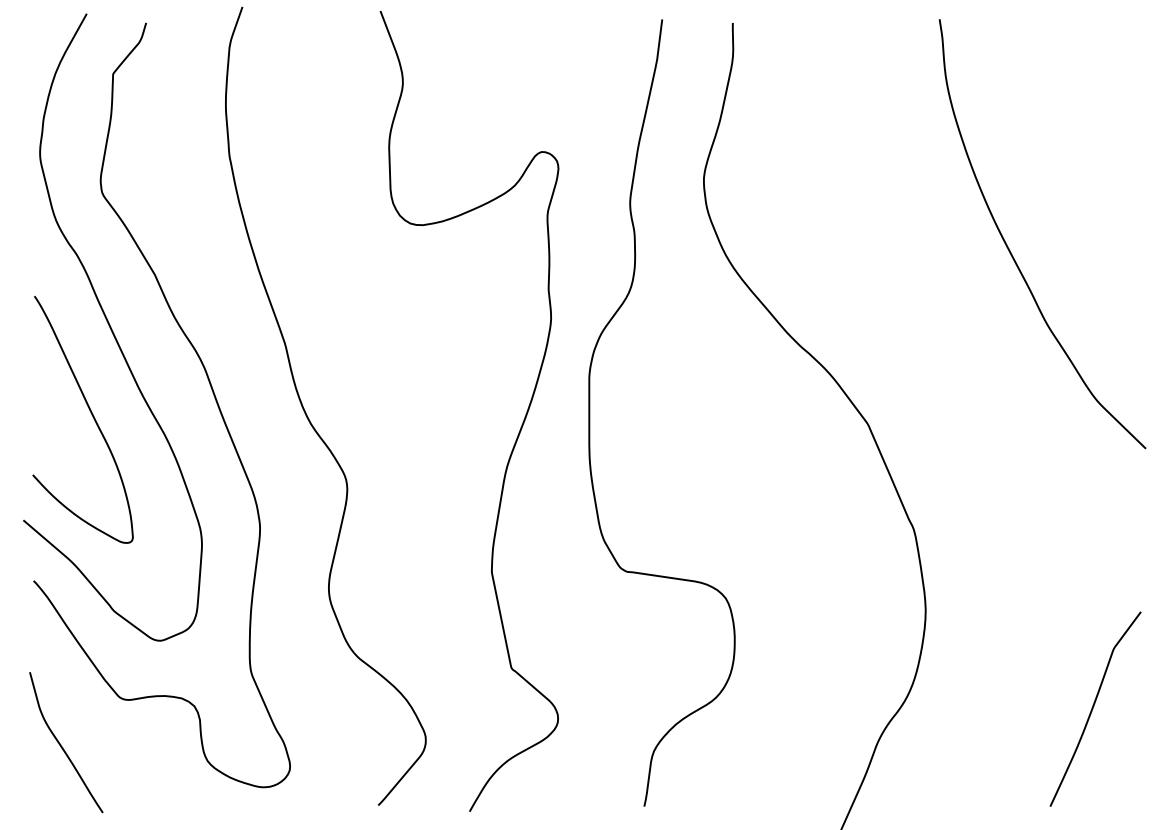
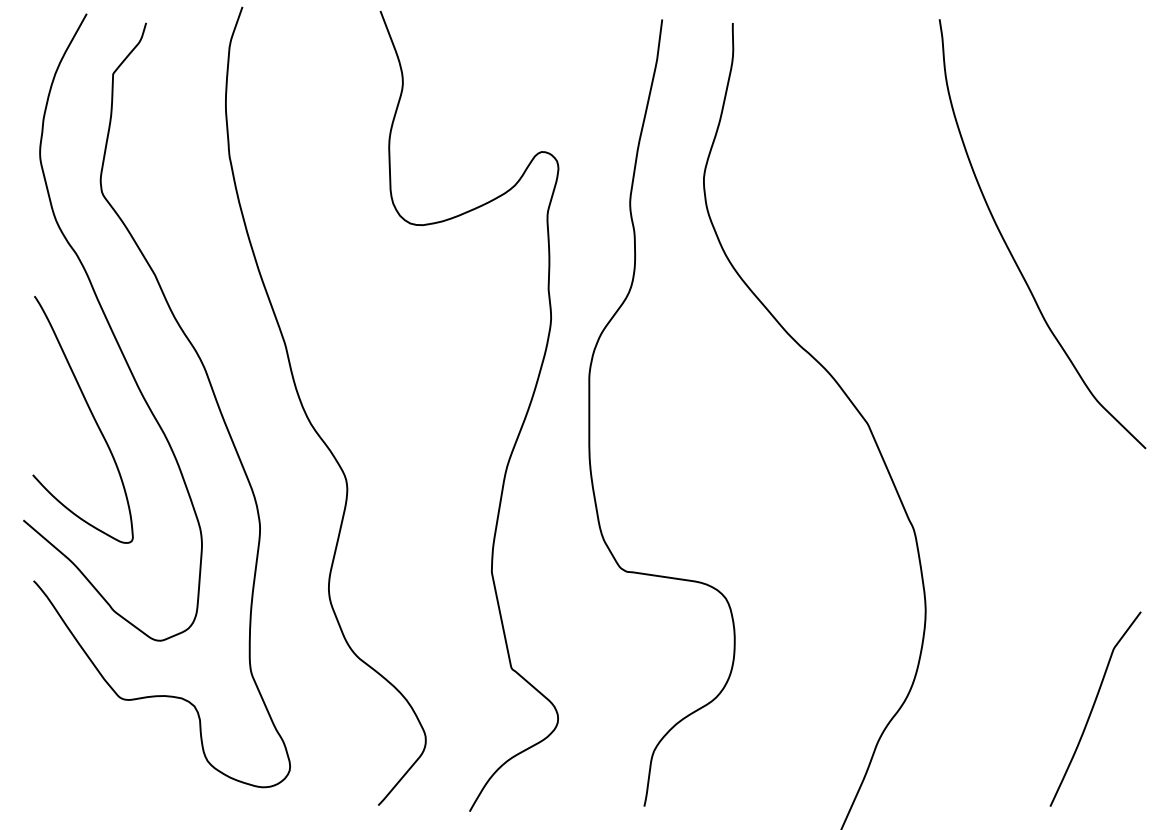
curve at (61, 744): present -> none
